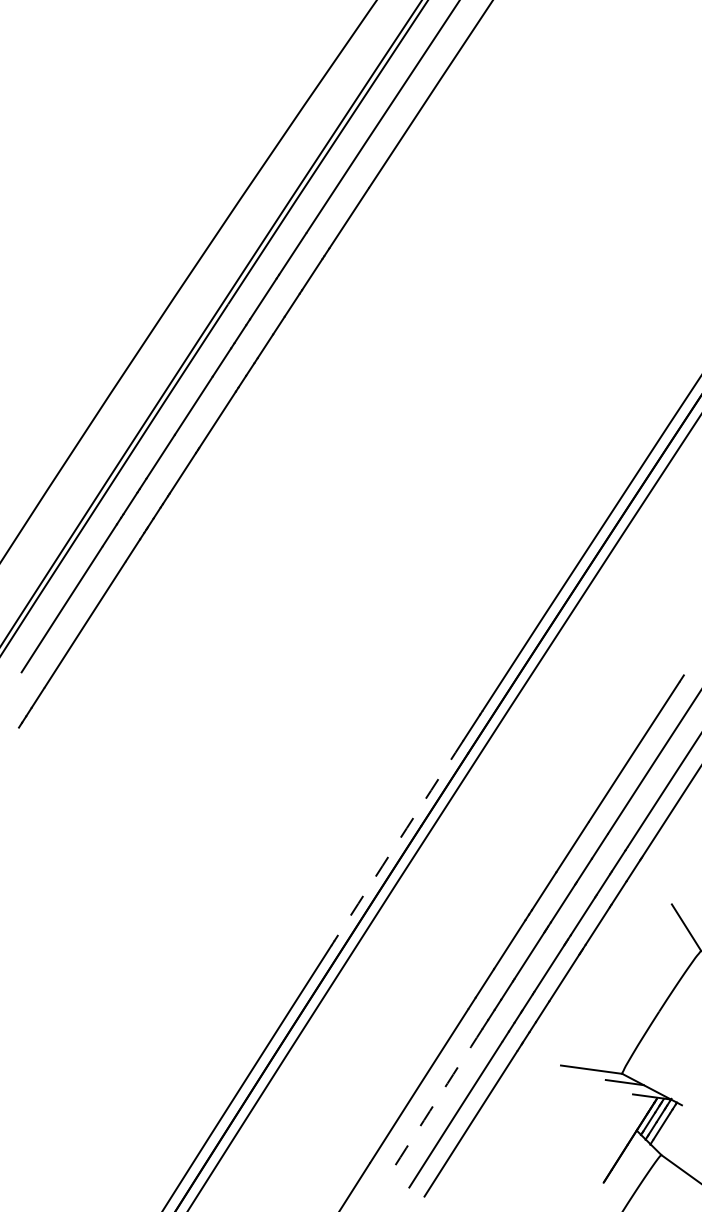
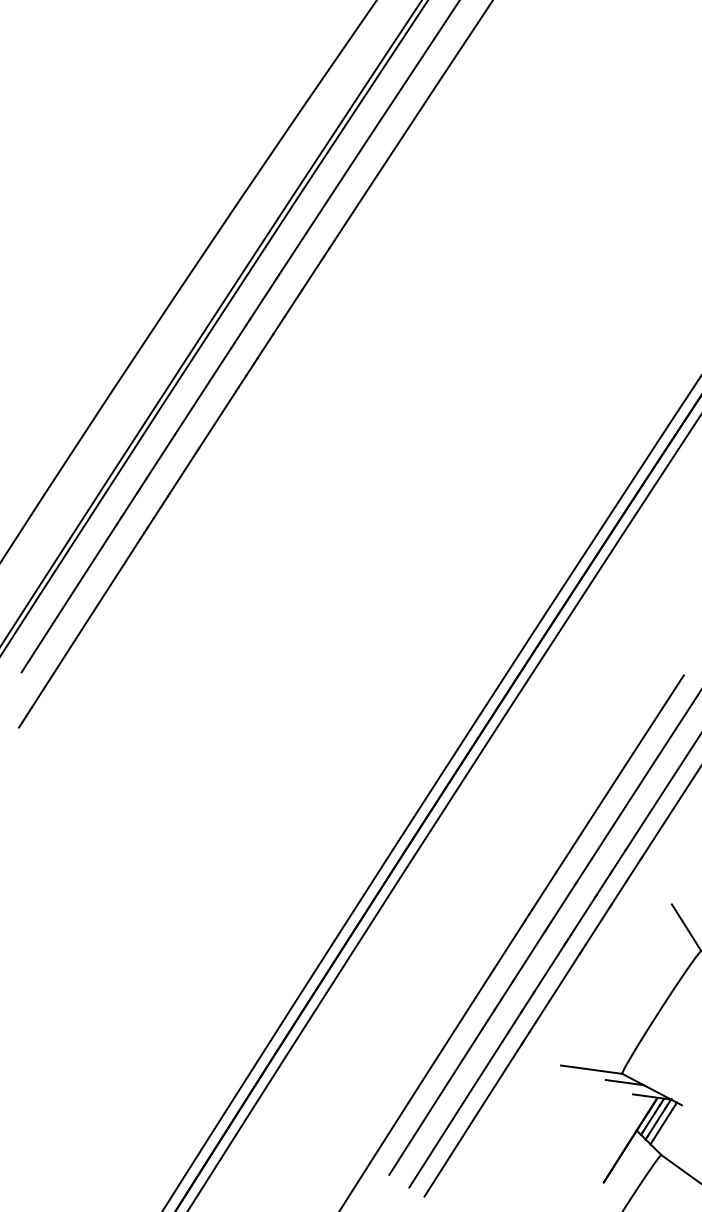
arc at (398, 840): dashed -> solid
arc at (435, 1102): dashed -> solid
